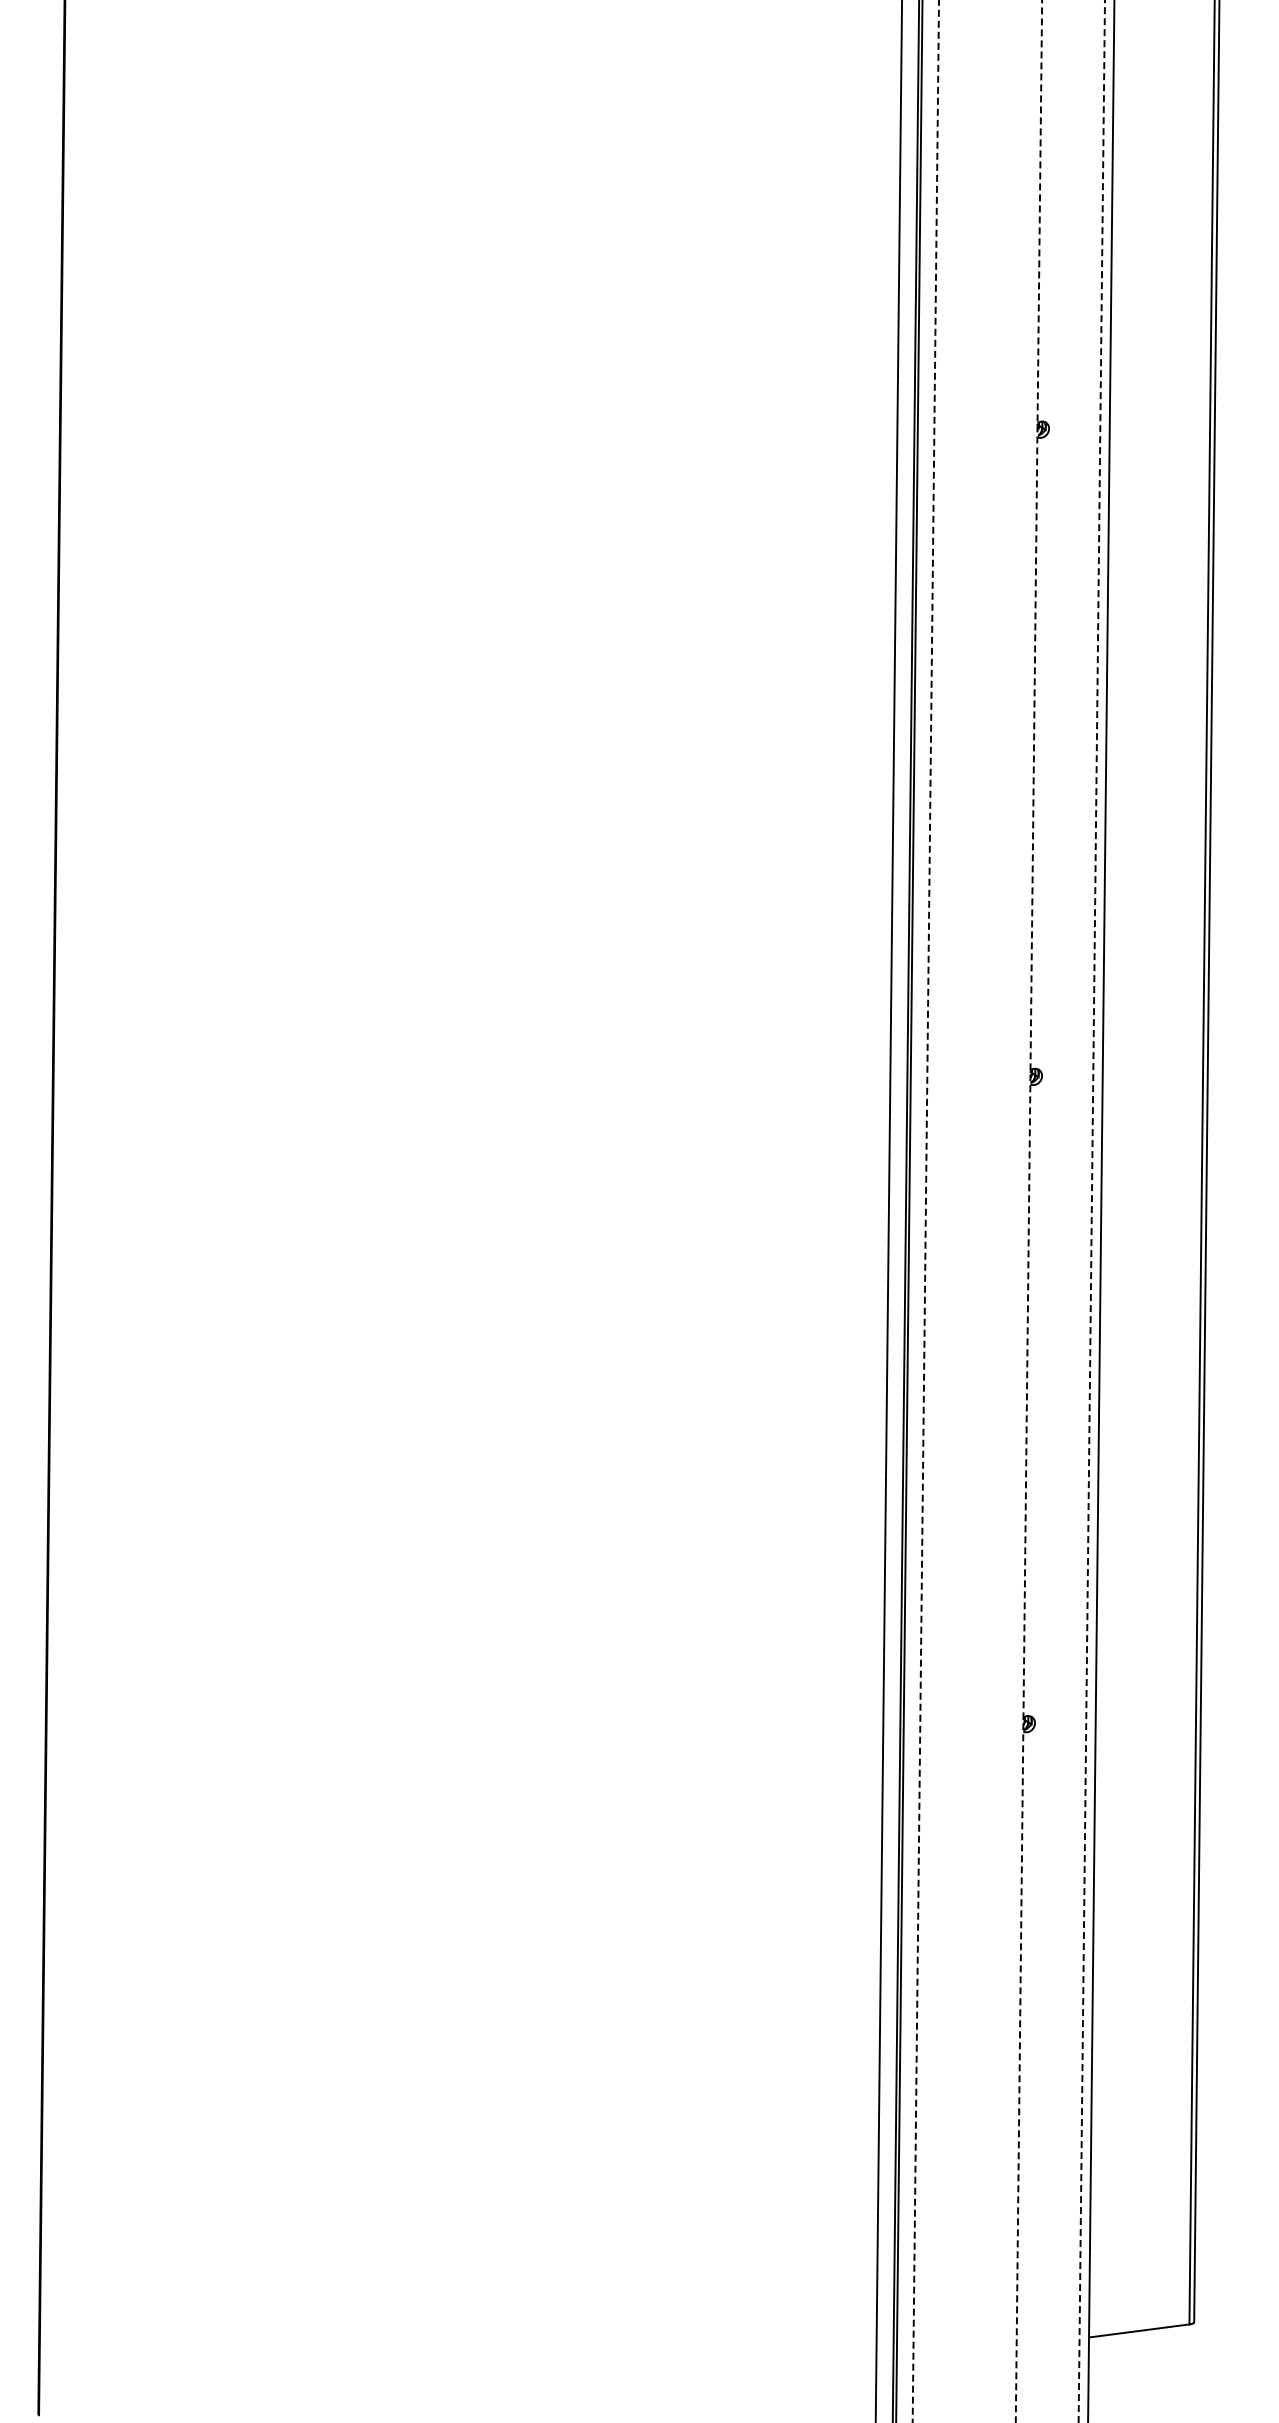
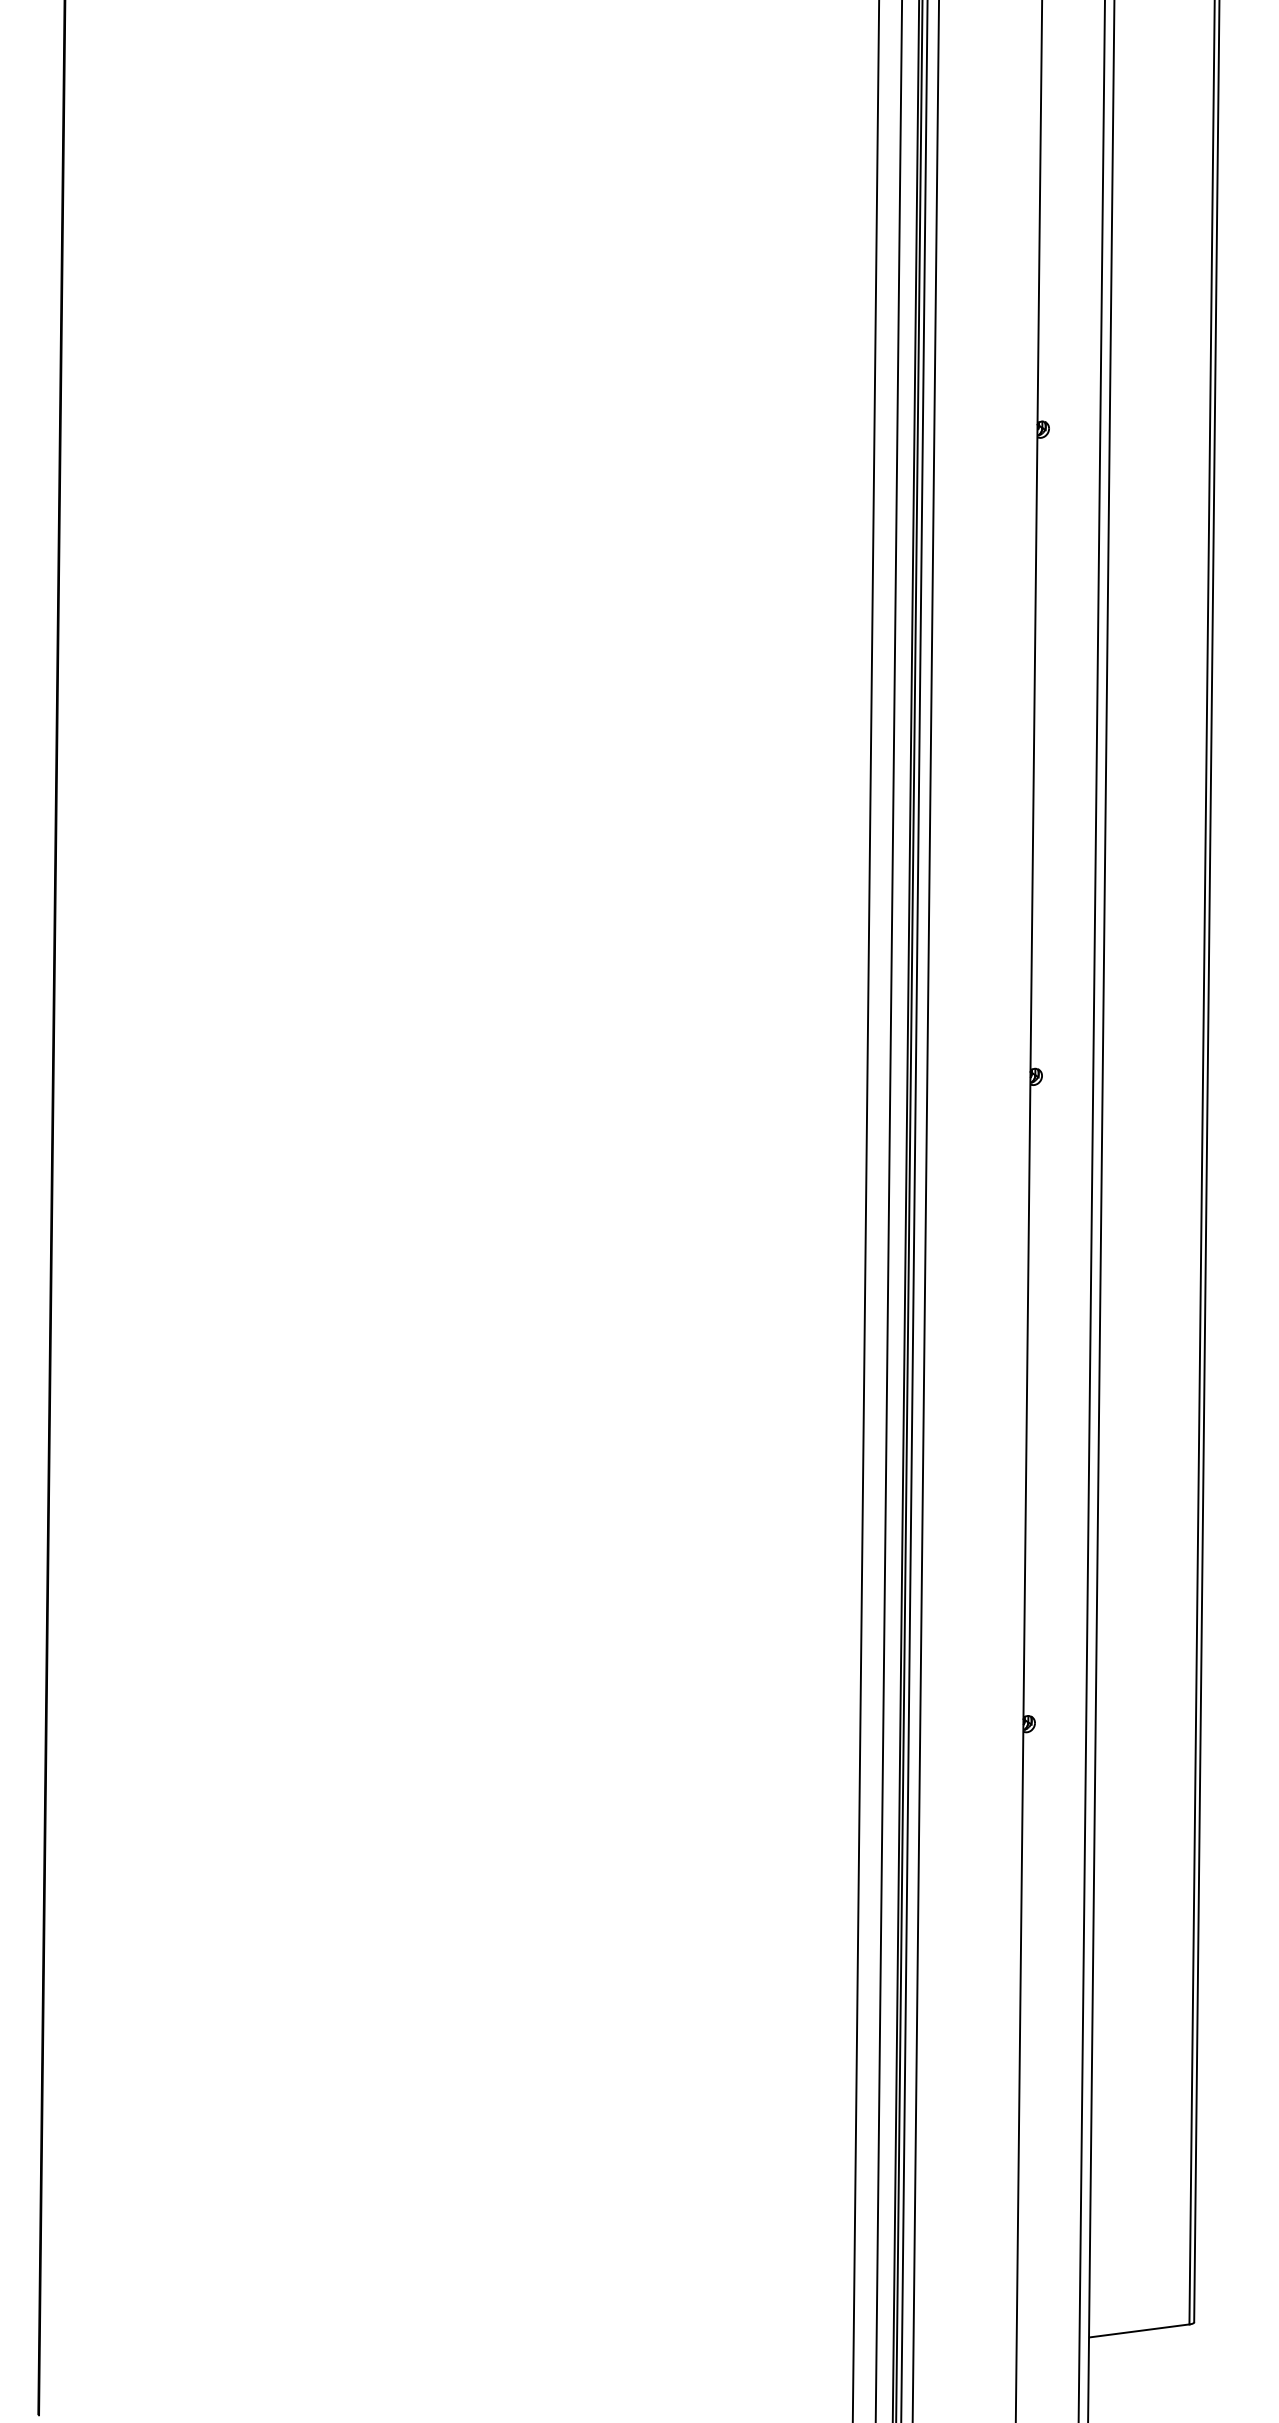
line at (865, 1210): none -> present
line at (914, 1210): none -> present
line at (925, 1210): dashed -> solid
line at (1028, 1211): dashed -> solid
line at (1091, 1211): dashed -> solid
